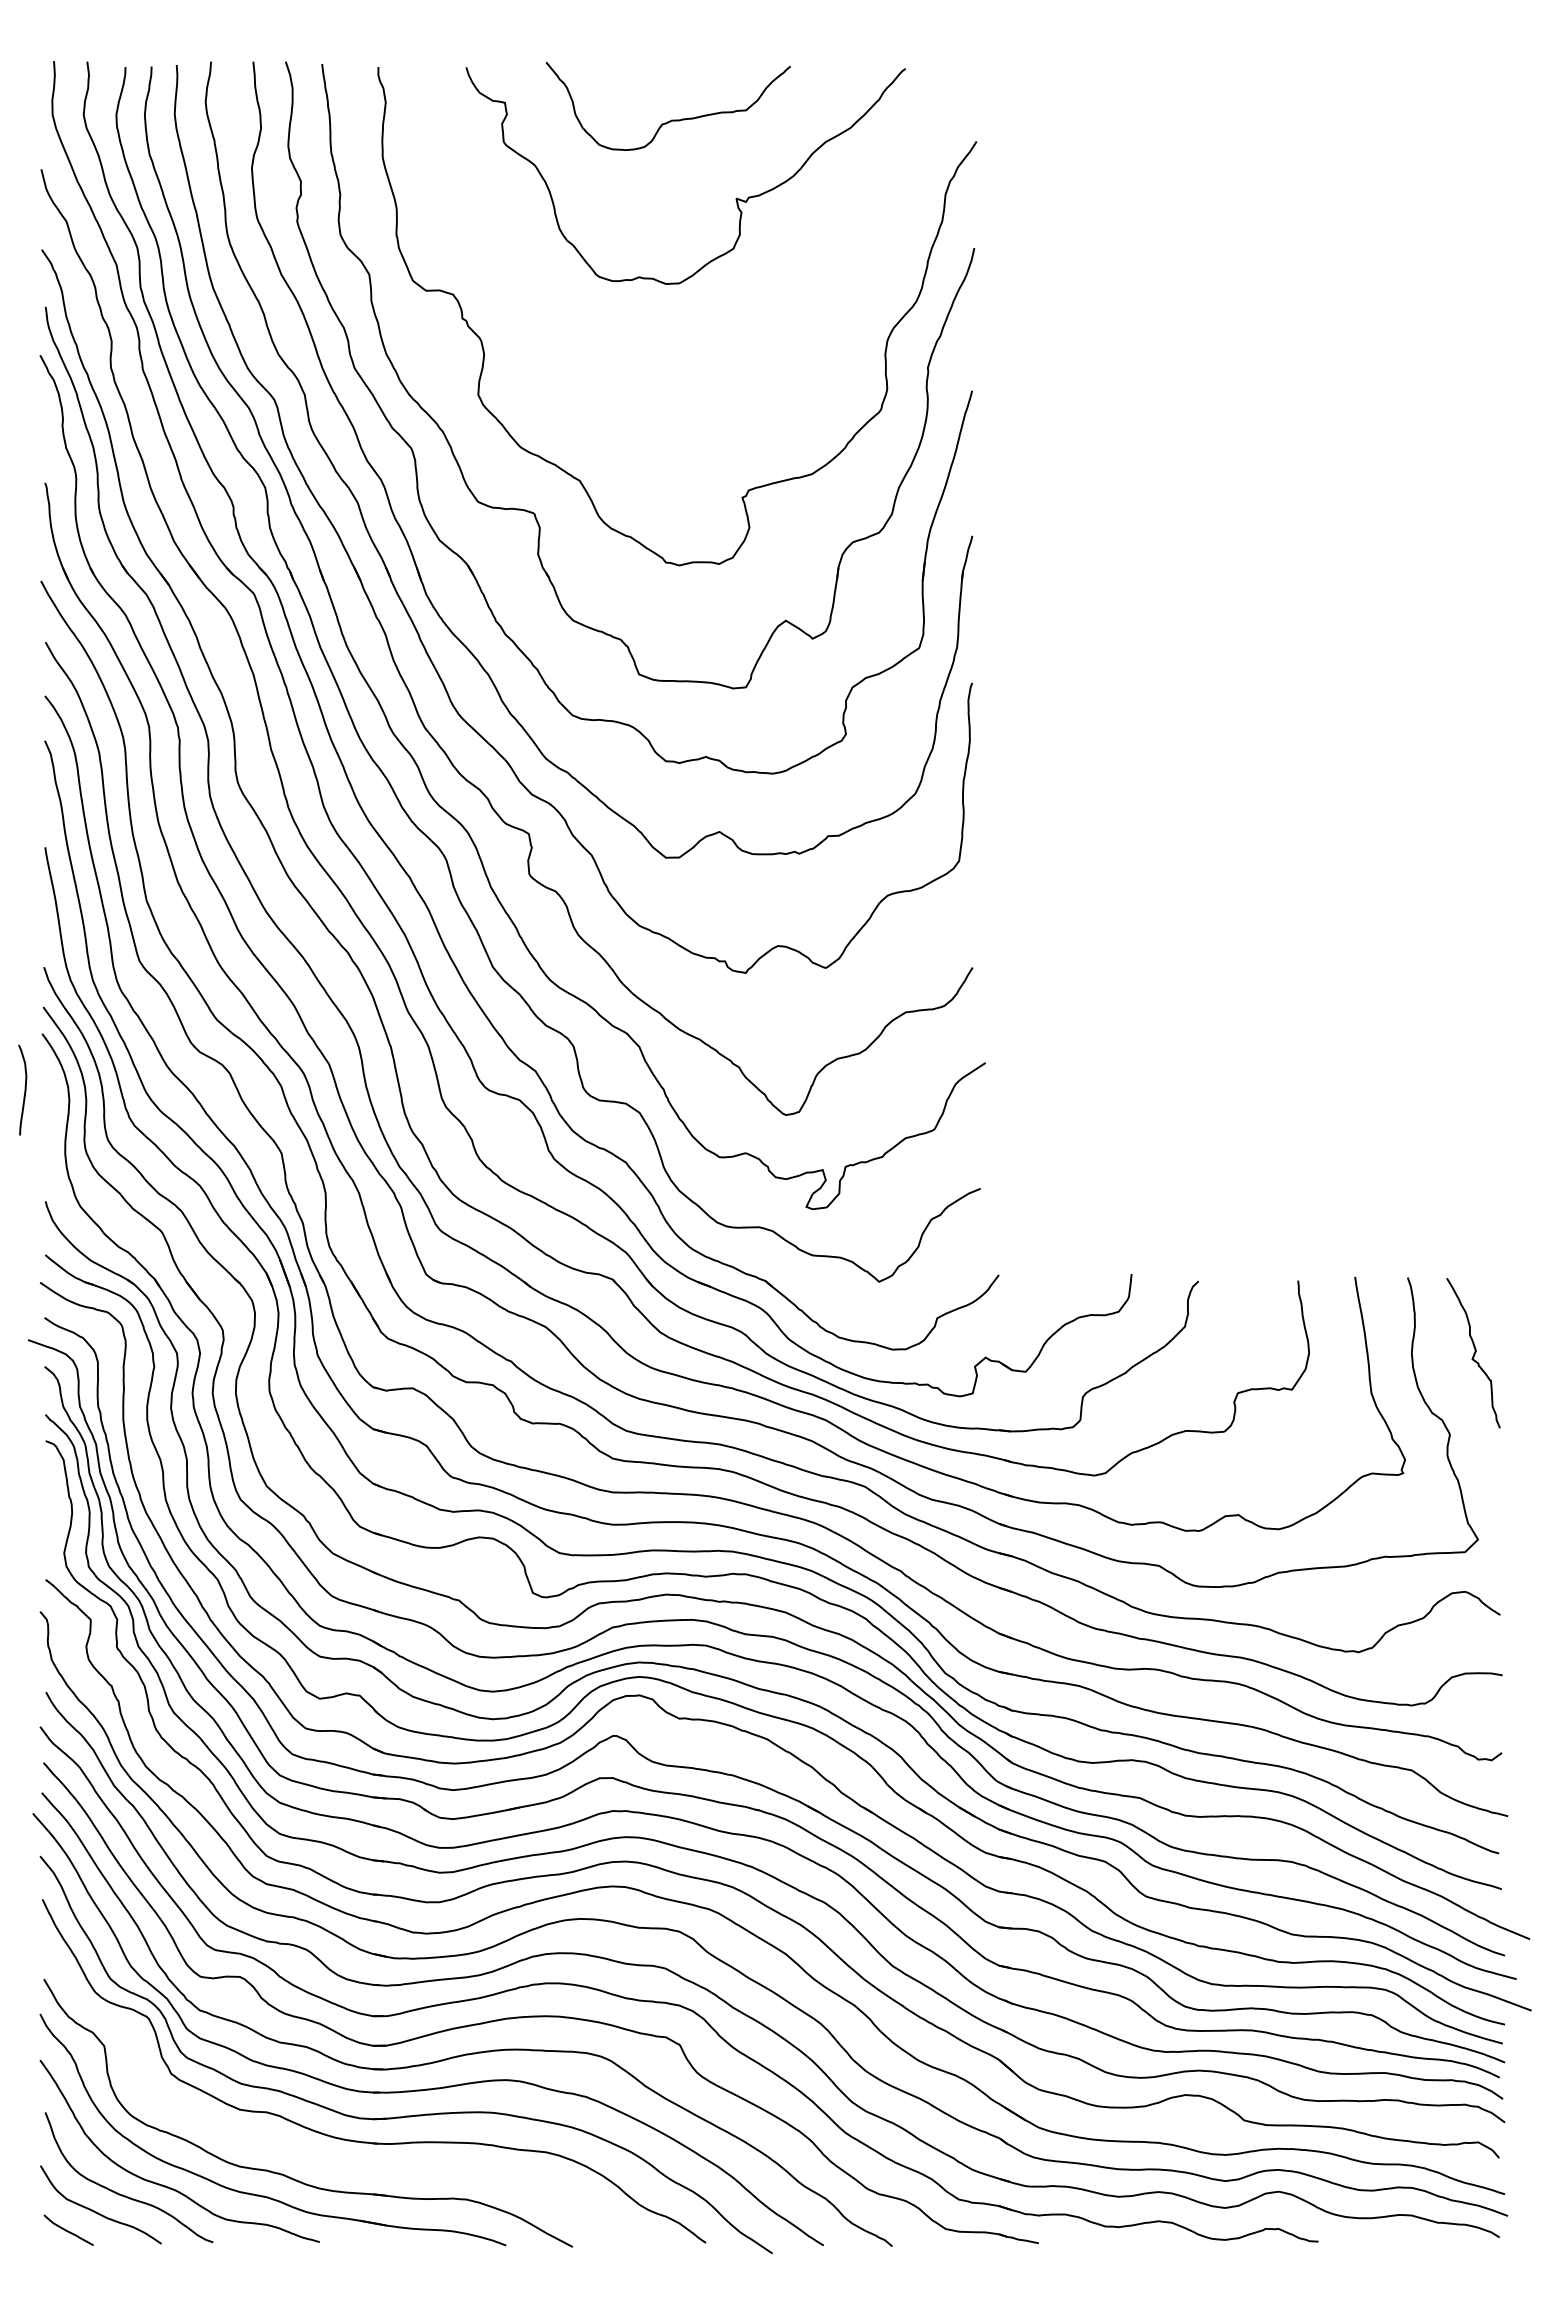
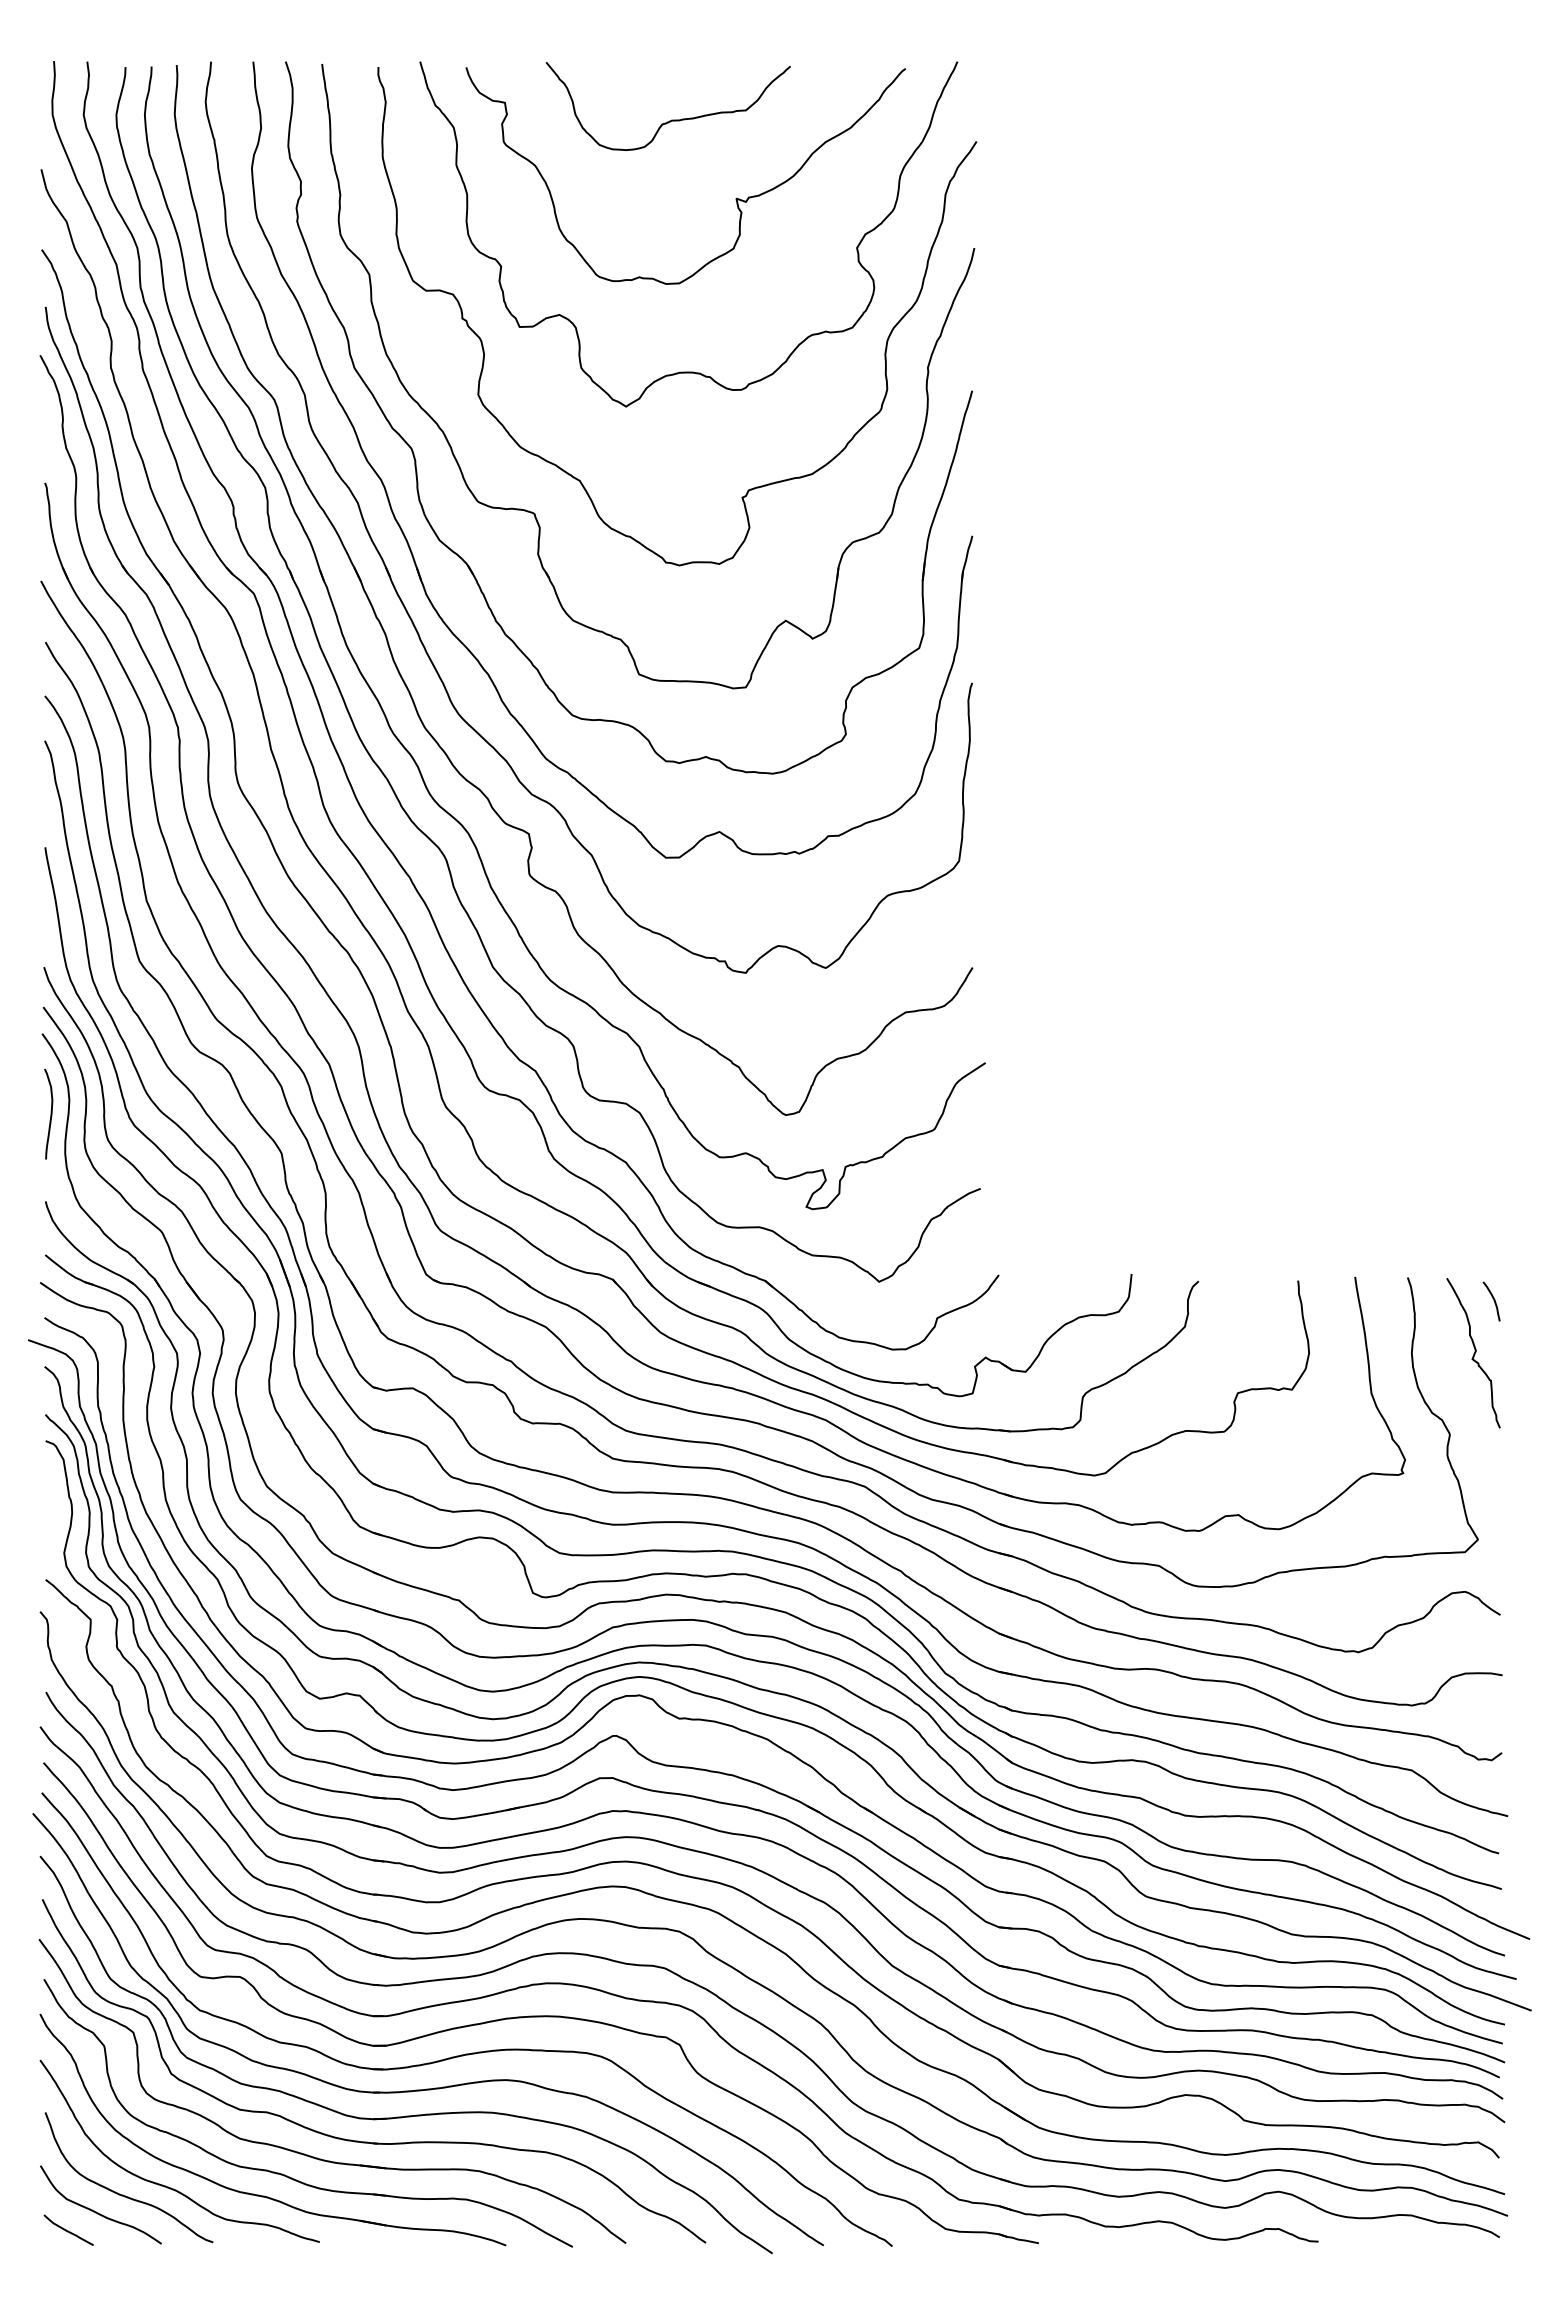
curve at (688, 371): none -> present
curve at (24, 1089) position: (24, 1089) -> (50, 1113)
curve at (1493, 1300): none -> present
part at (314, 2156): none -> present
